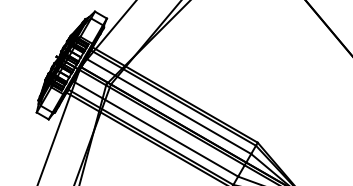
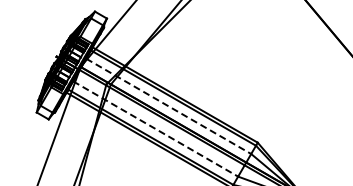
line at (169, 106): solid -> dashed
line at (156, 129): solid -> dashed
